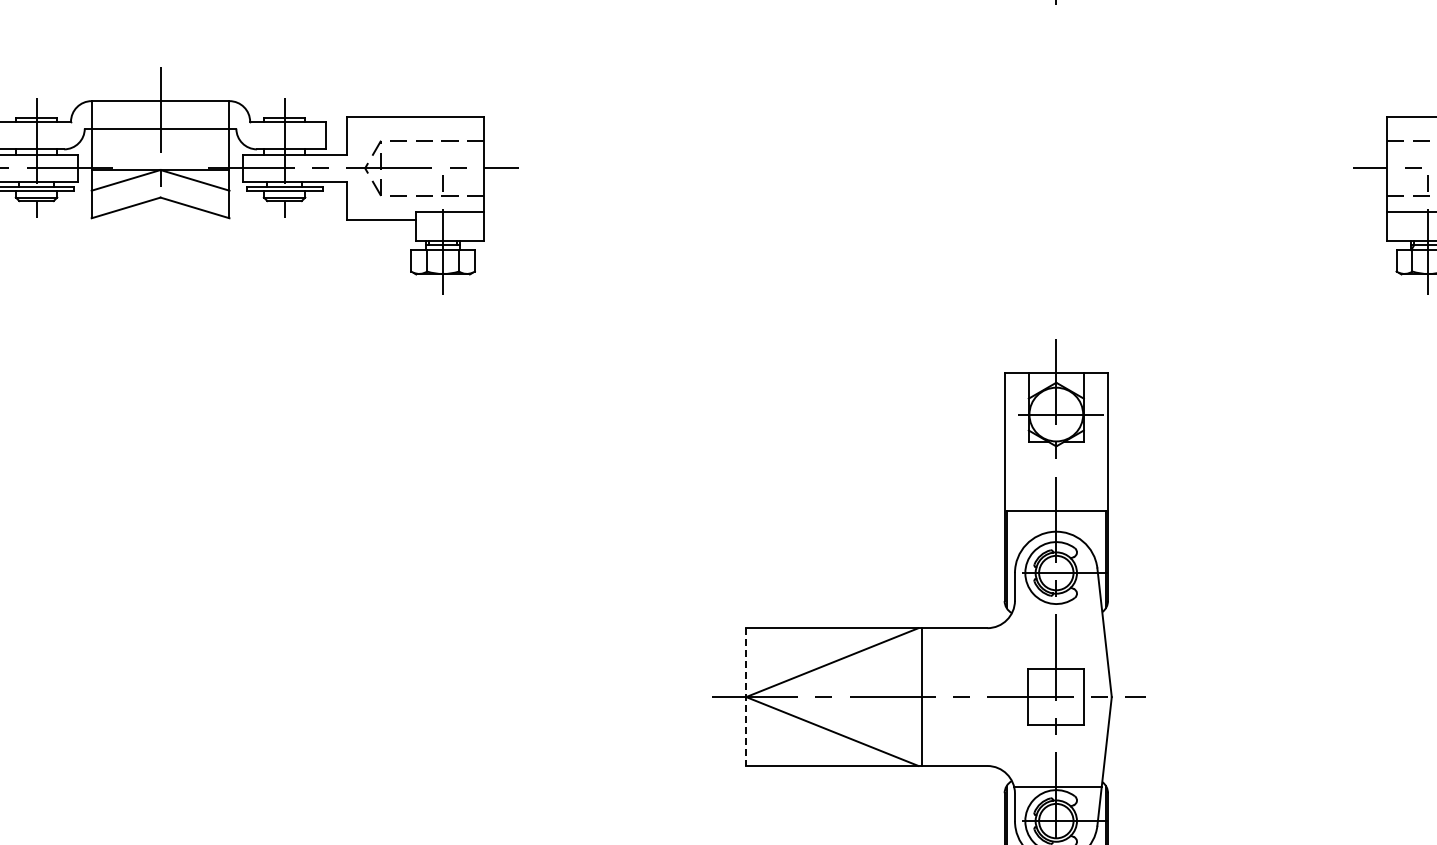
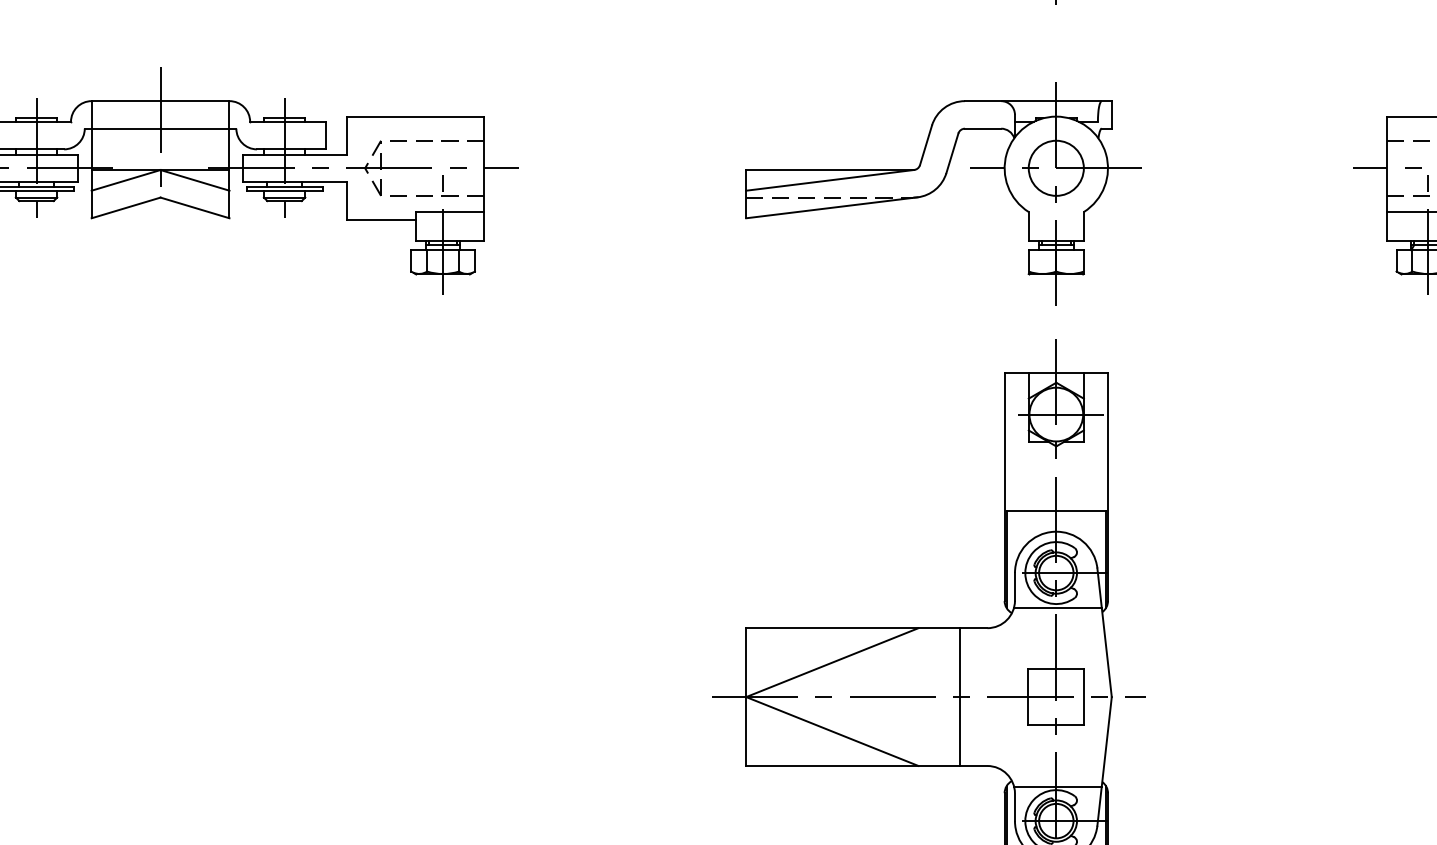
part at (938, 188): none -> present
line at (1057, 607): none -> present
line at (921, 696) position: (921, 696) -> (959, 696)
line at (746, 697): dashed -> solid
